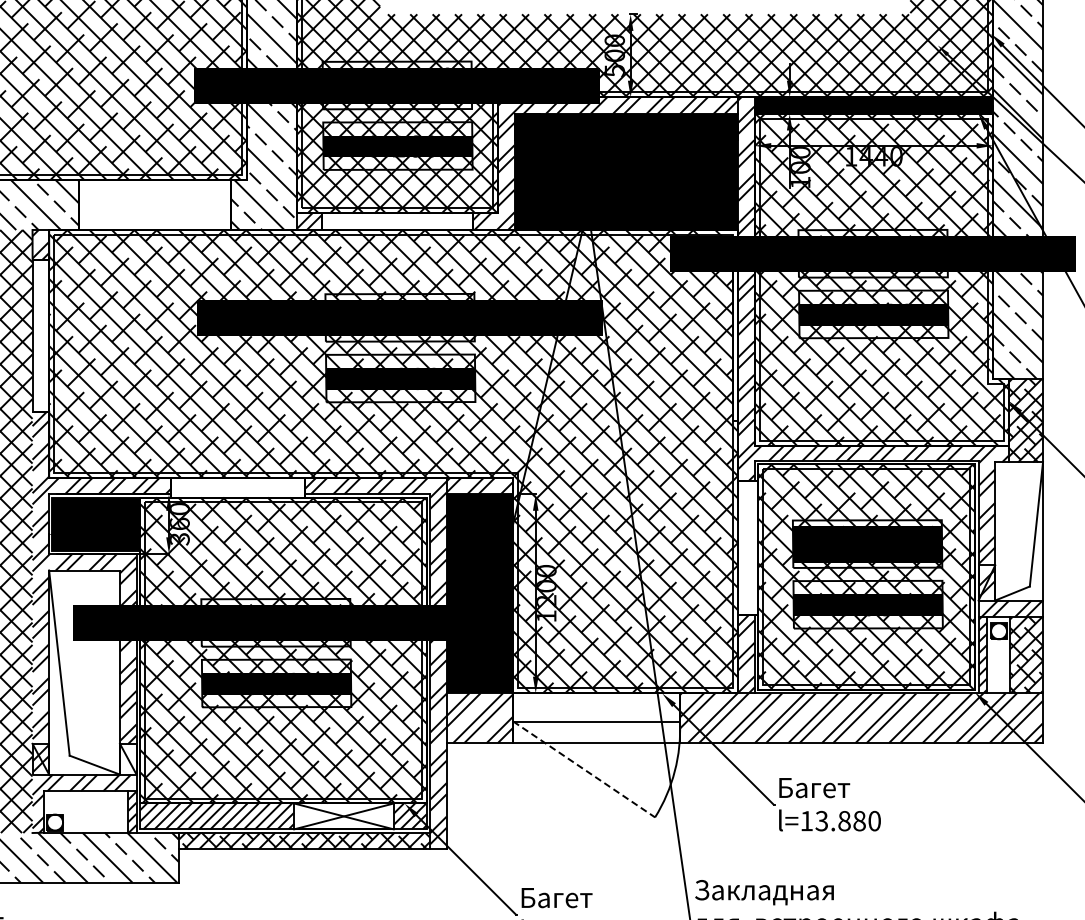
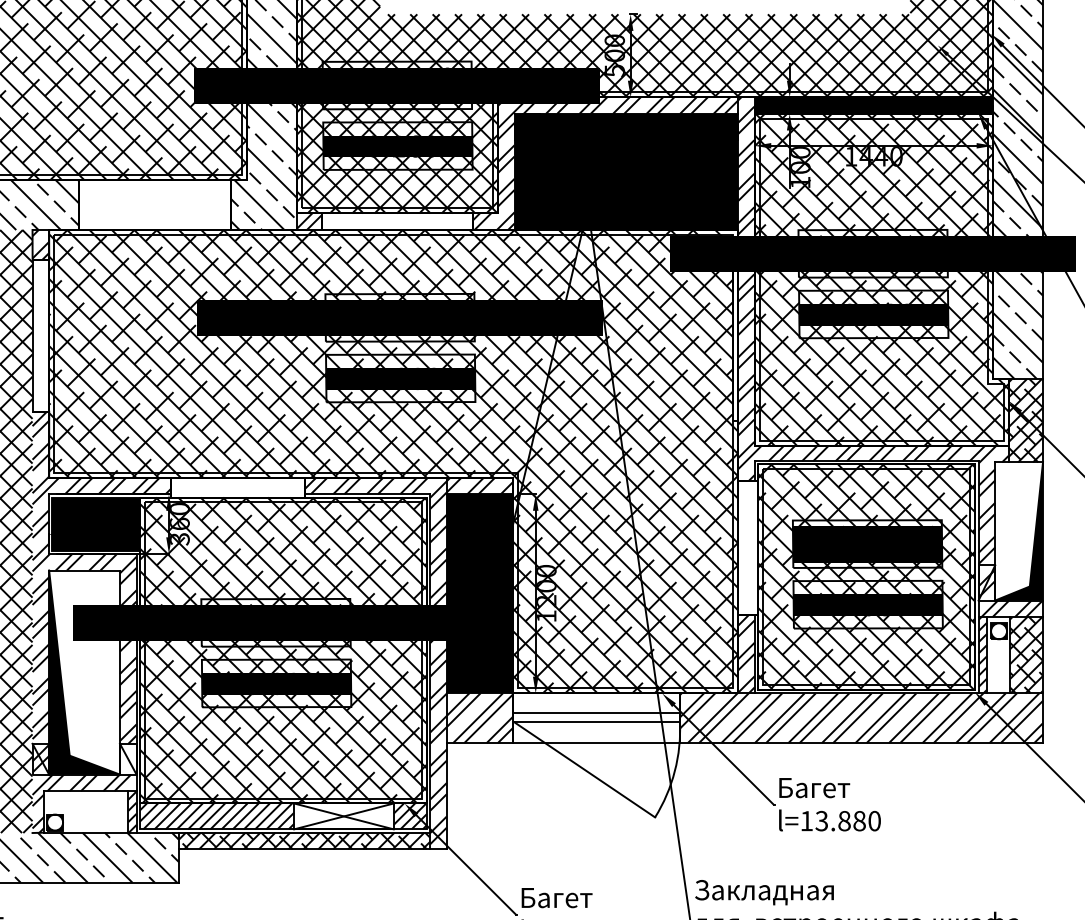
fill at (1019, 531): none -> present
fill at (84, 672): none -> present
line at (596, 713): none -> present
line at (584, 769): dashed -> solid
